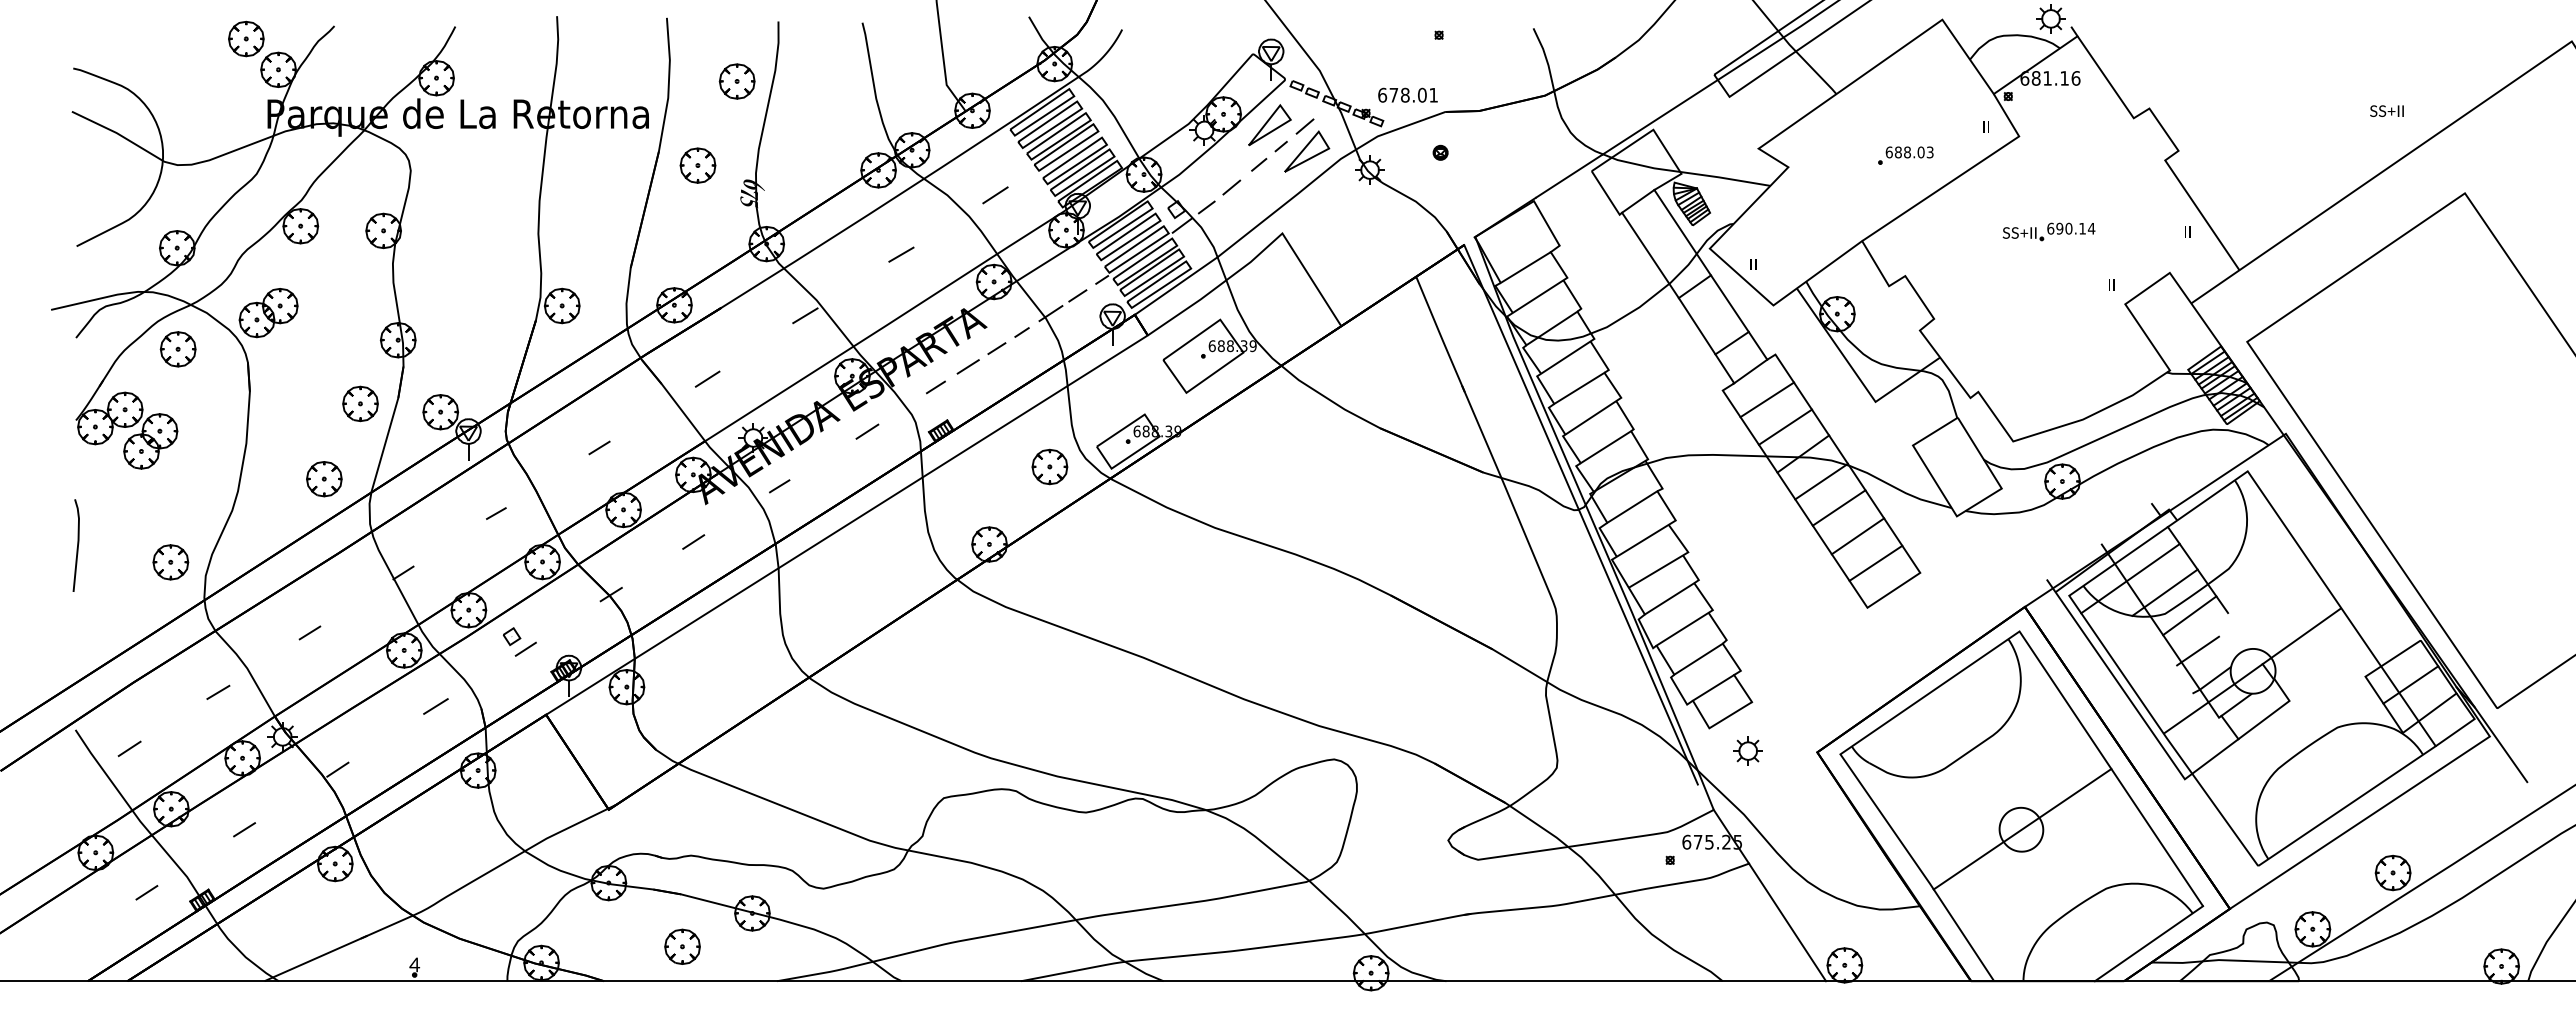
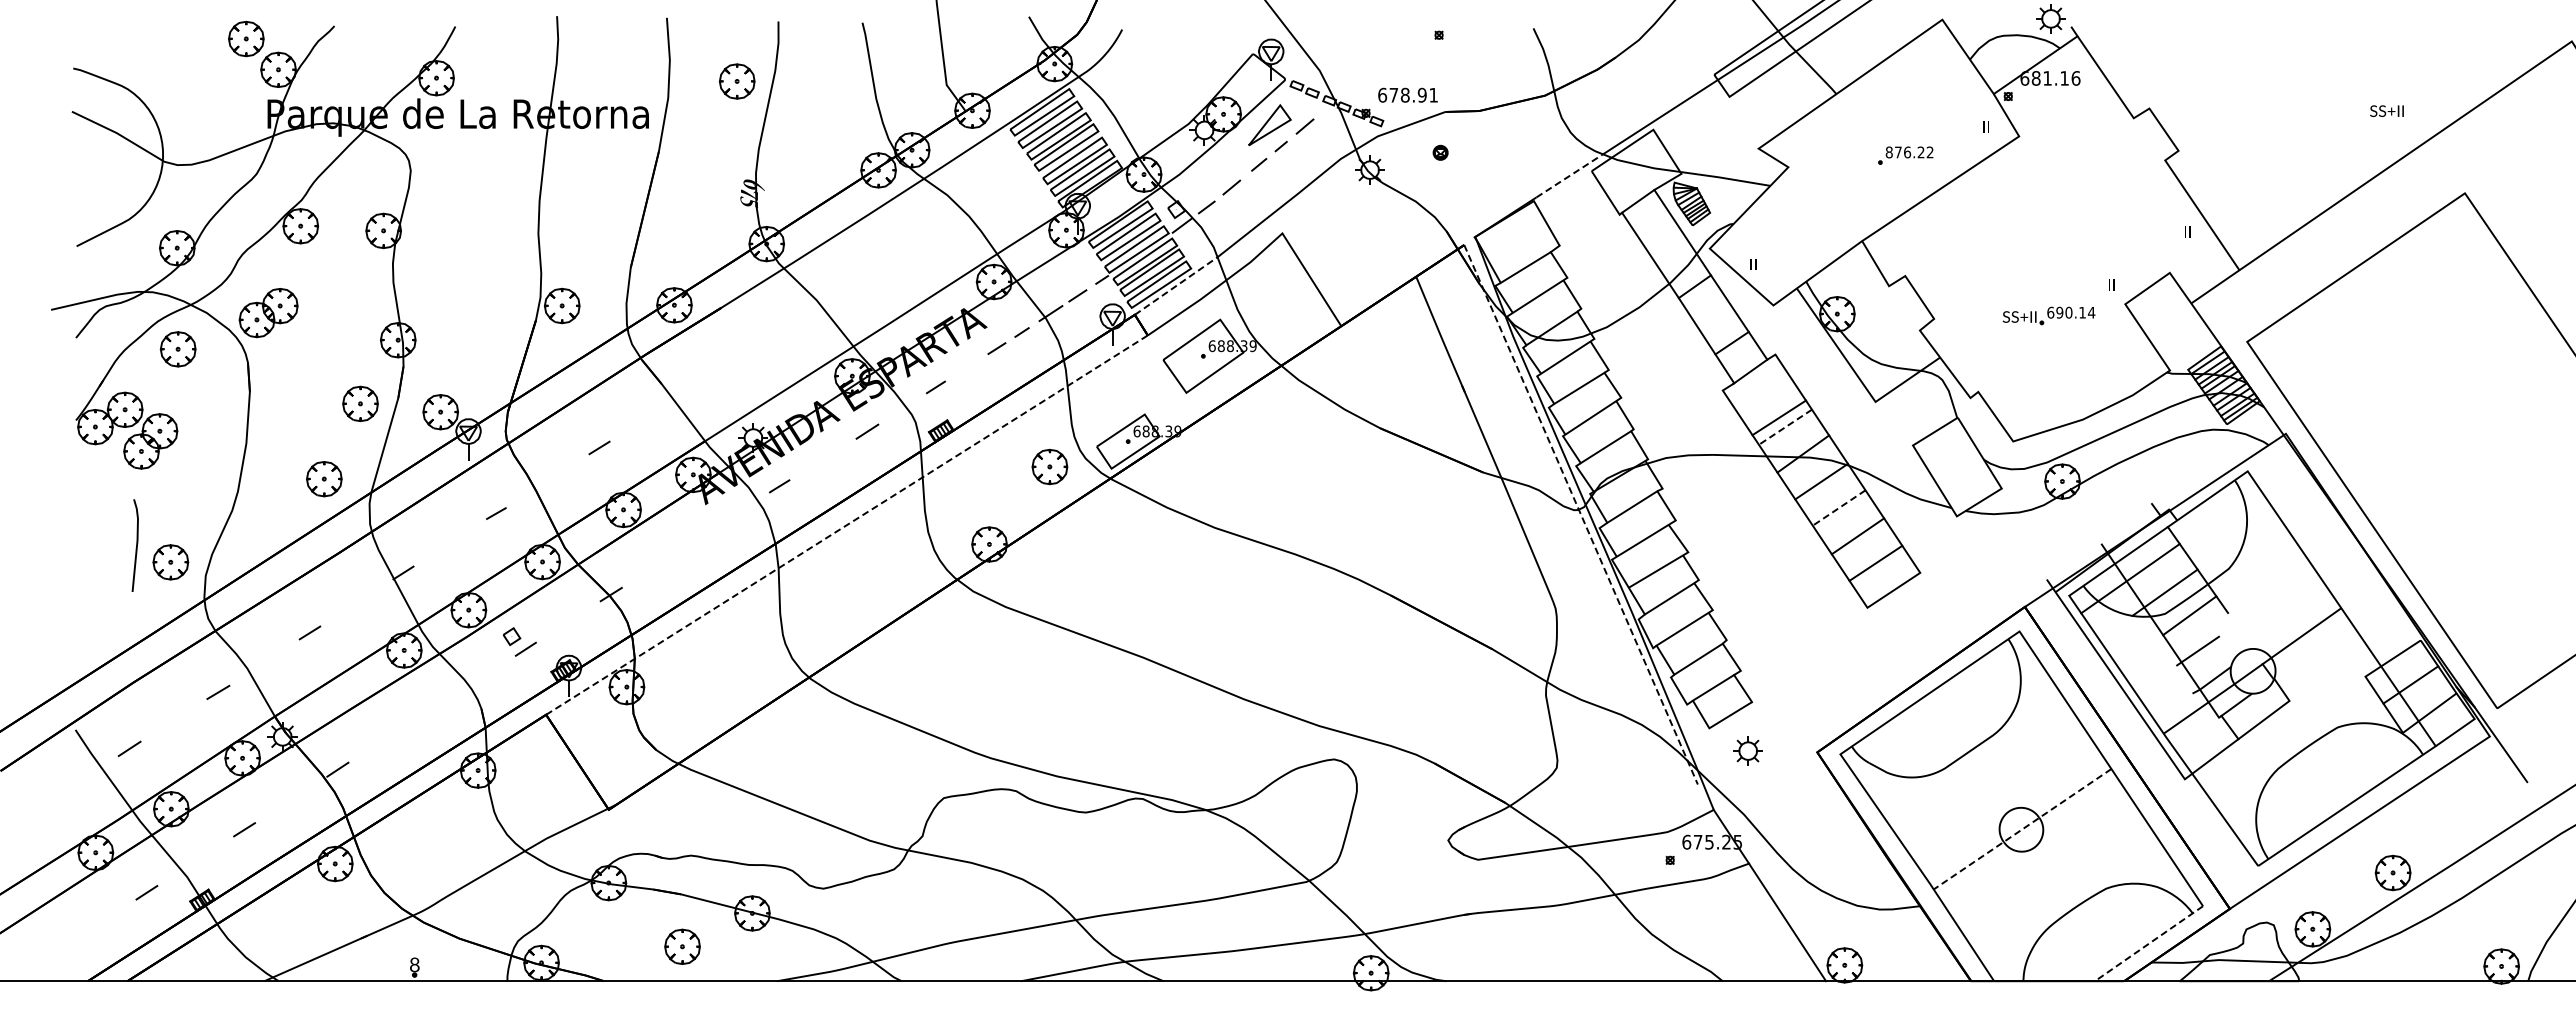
text at (1421, 95): 678.01 -> 678.91
part at (1307, 151): present -> none
text at (1909, 152): 688.03 -> 876.22
part at (697, 165): present -> none
line at (1569, 176): solid -> dashed
line at (995, 195): present -> none
part at (2048, 231) position: (2048, 231) -> (2048, 315)
line at (901, 254): present -> none
line at (1176, 285): solid -> dashed
line at (805, 315): present -> none
line at (967, 366): present -> none
line at (707, 378): present -> none
line at (1767, 399) position: (1767, 399) -> (1779, 417)
line at (1785, 427): solid -> dashed
line at (1839, 508): solid -> dashed
line at (1581, 514): solid -> dashed
line at (846, 525): solid -> dashed
line at (693, 541): present -> none
line at (77, 545) position: (77, 545) -> (136, 545)
line at (435, 706): present -> none
line at (2022, 829): solid -> dashed
line at (2149, 943): solid -> dashed
text at (414, 964): 4 -> 8
